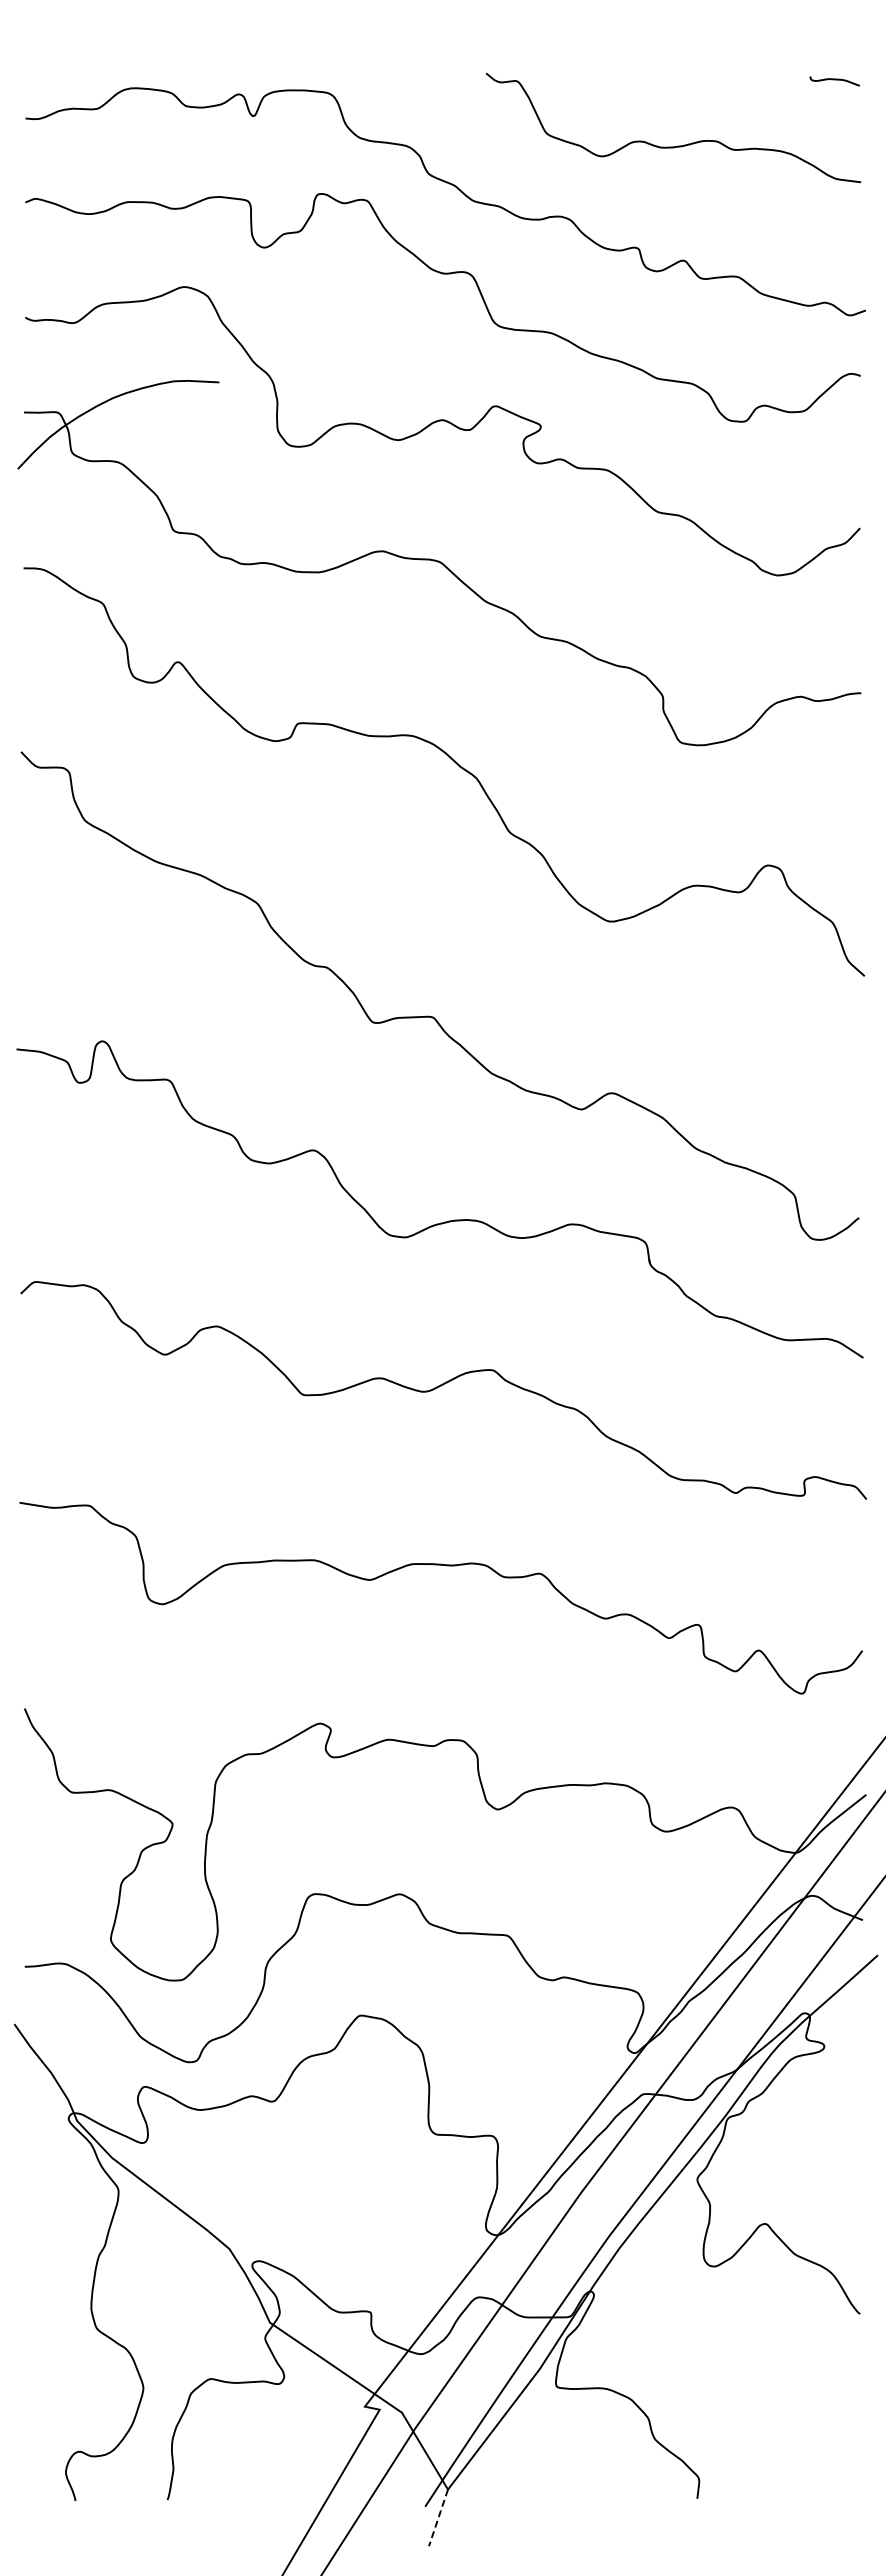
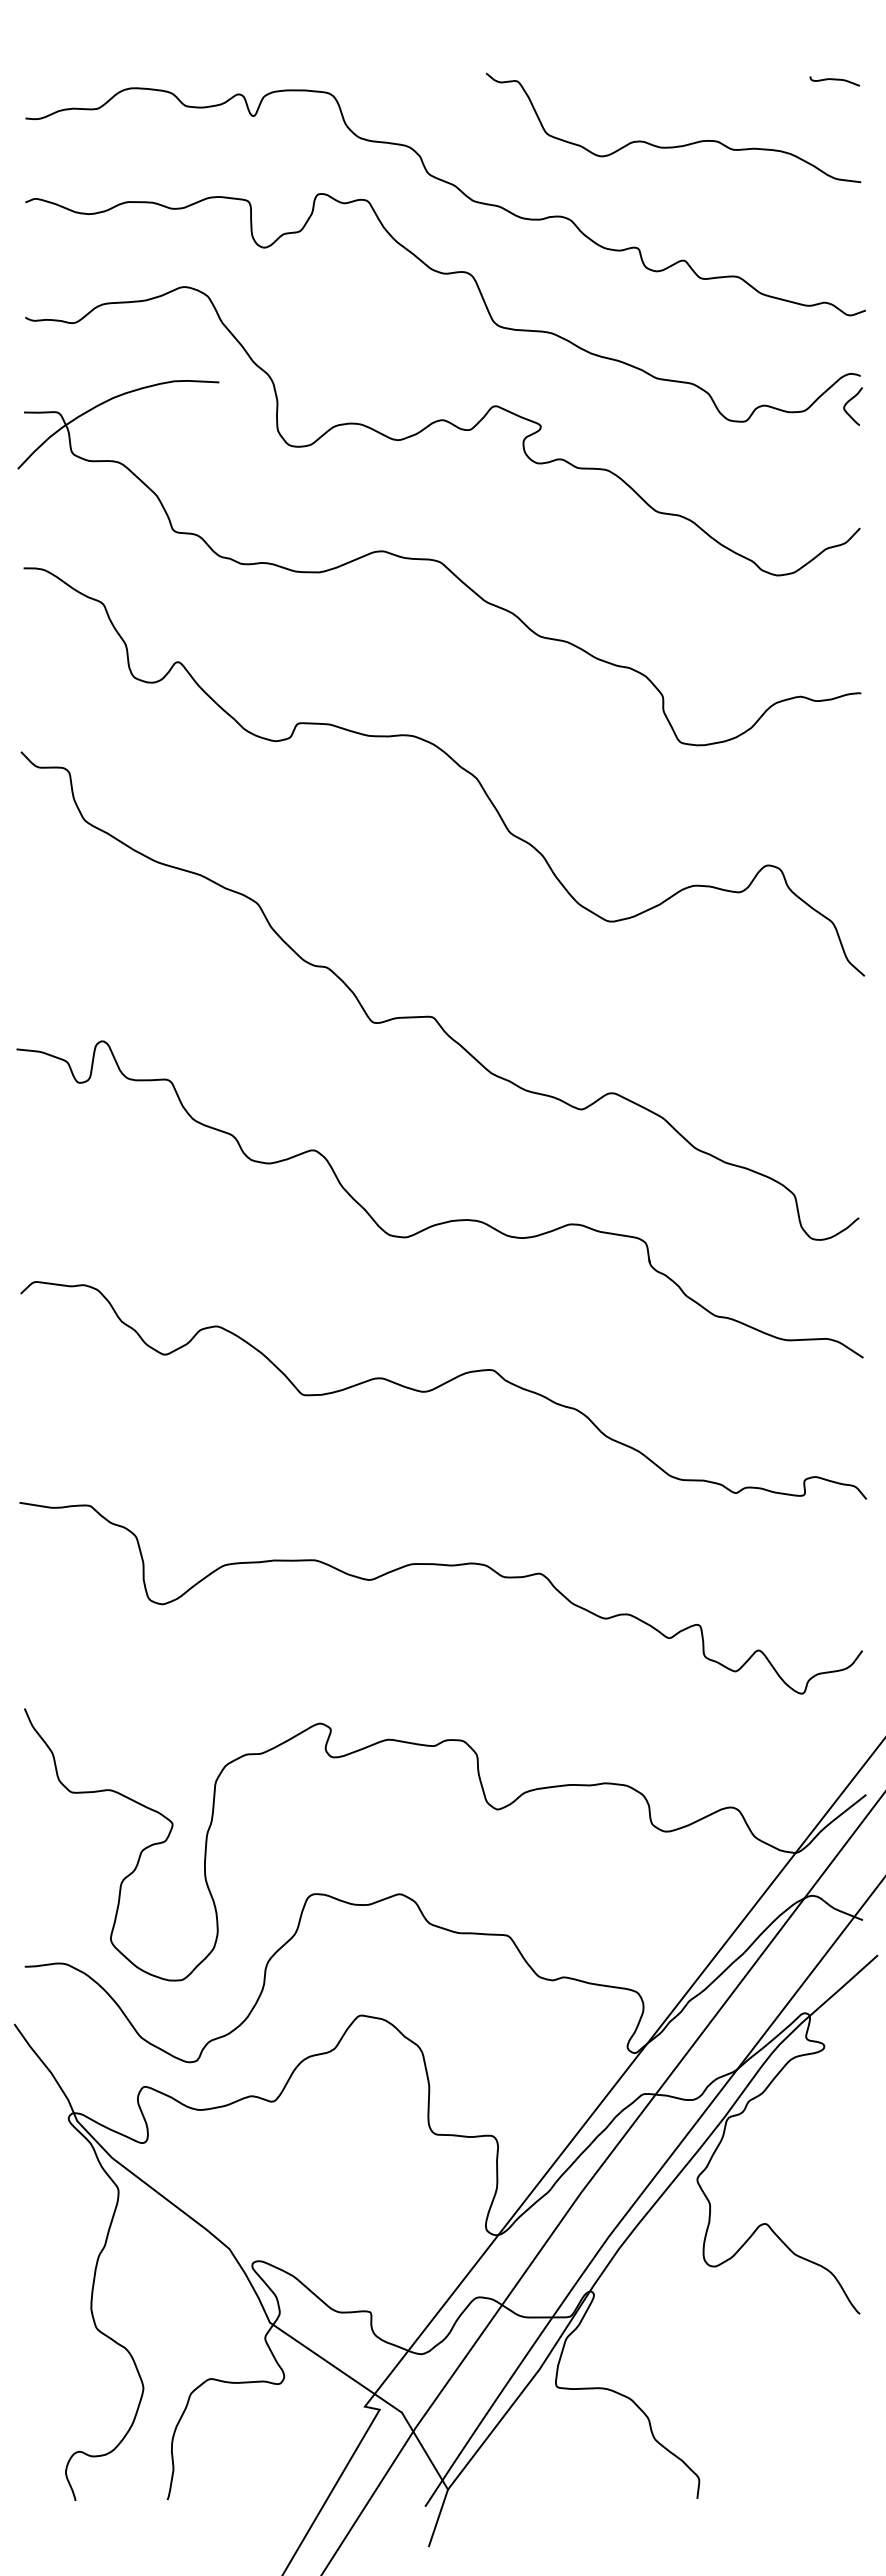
curve at (848, 402): none -> present
line at (438, 2517): dashed -> solid
